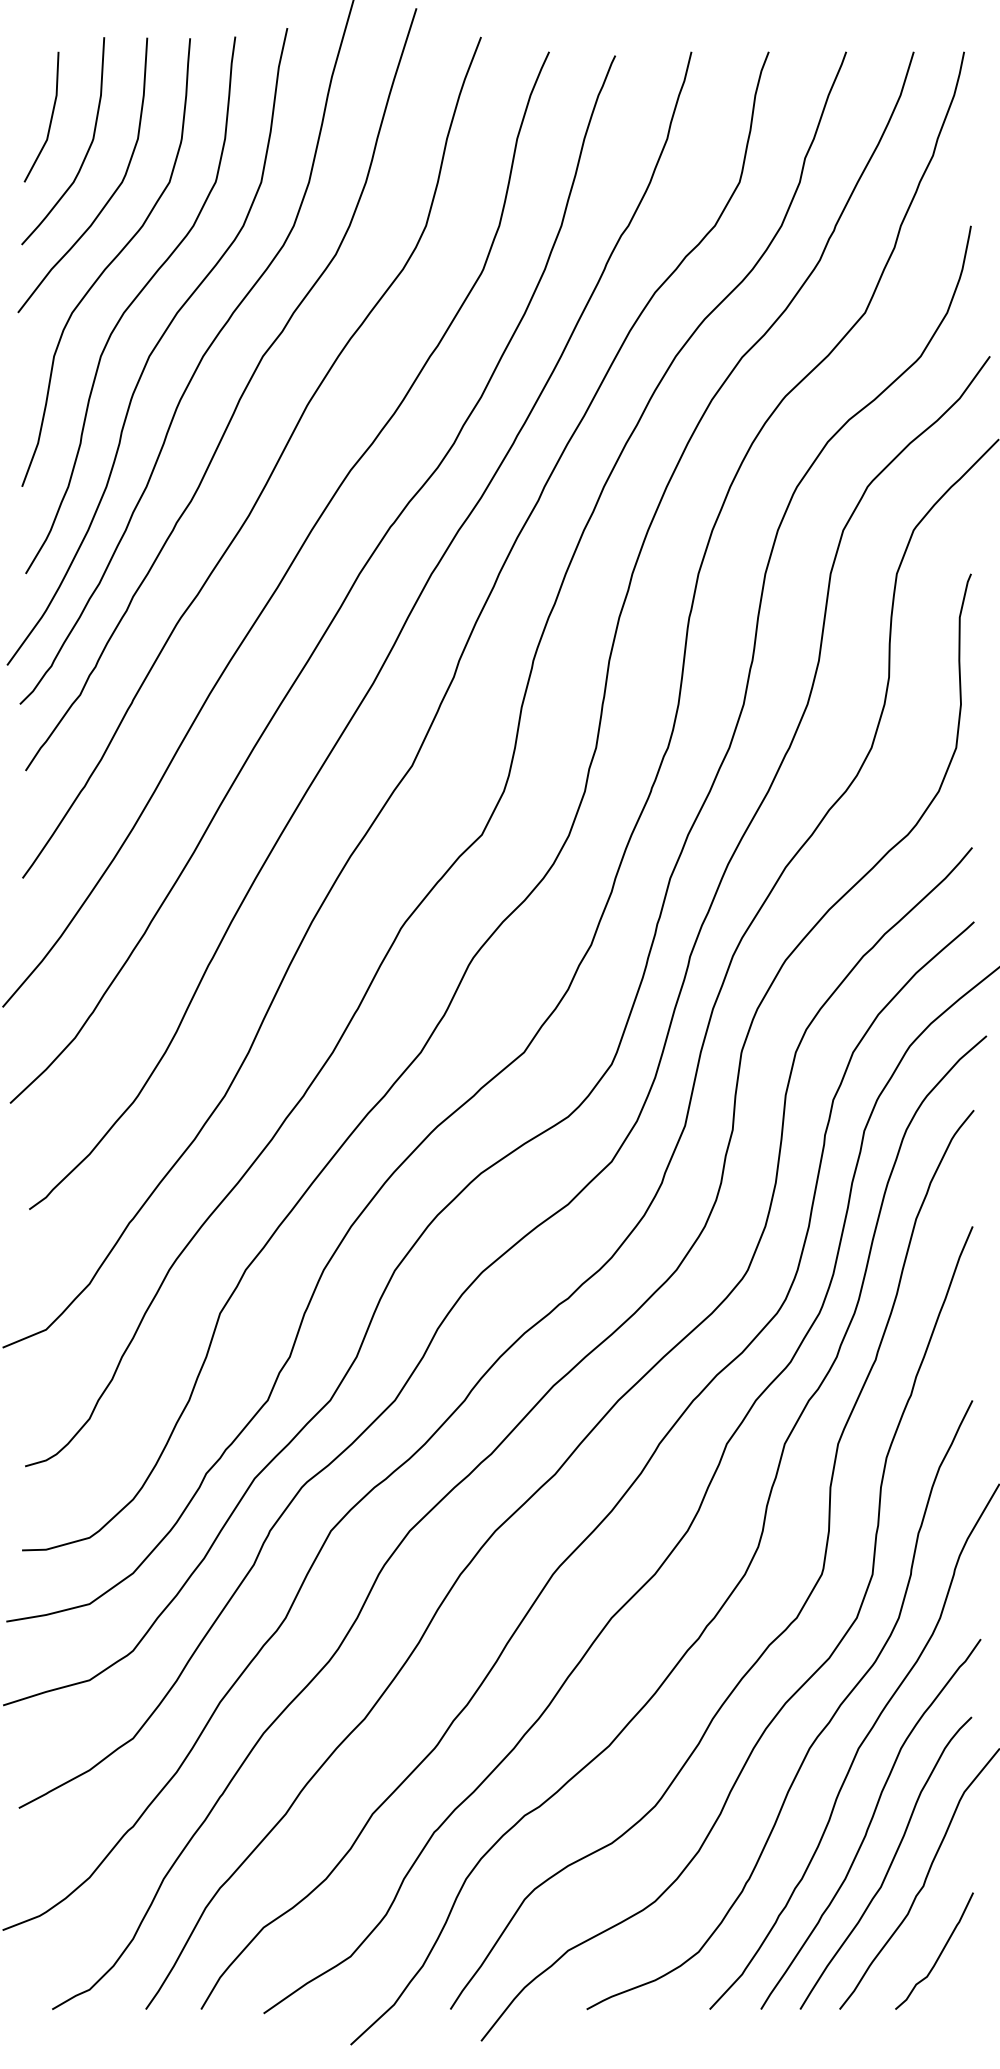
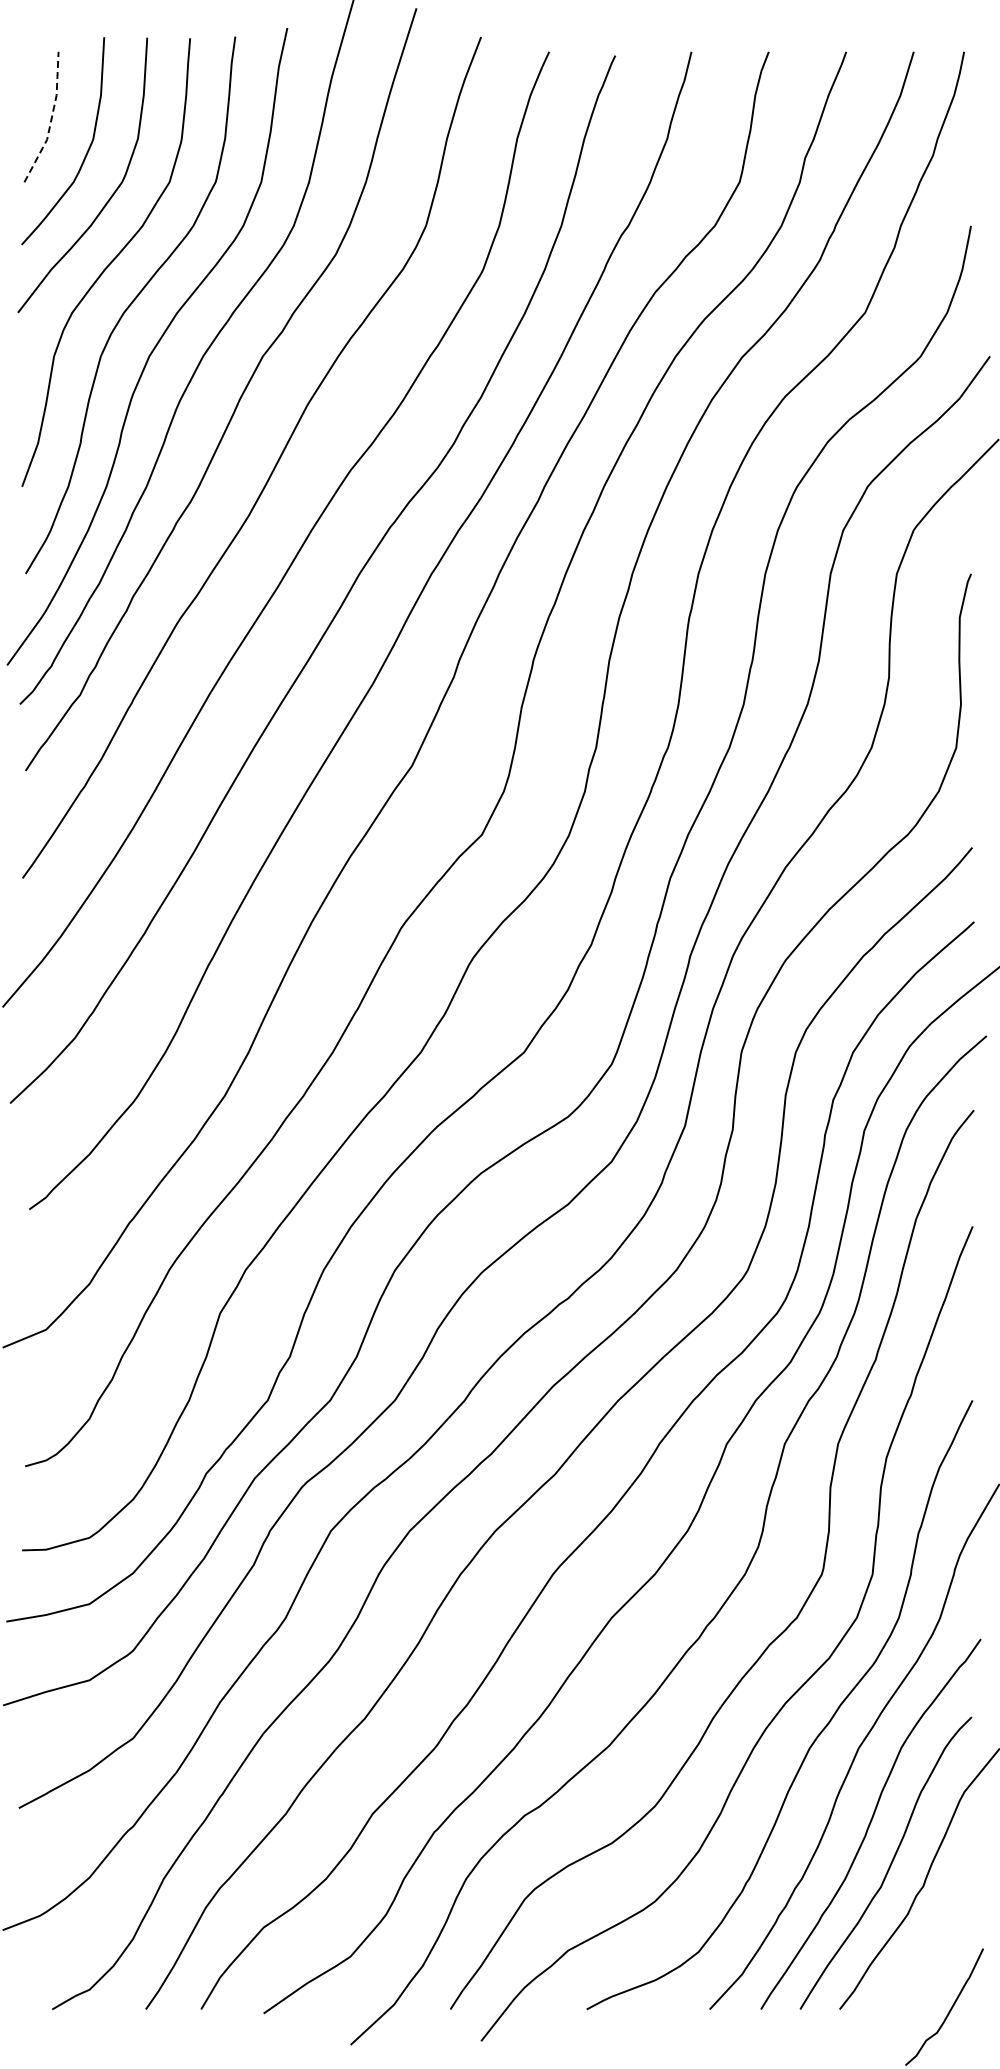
line at (51, 119): solid -> dashed
curve at (940, 1952) position: (940, 1952) -> (950, 2008)
